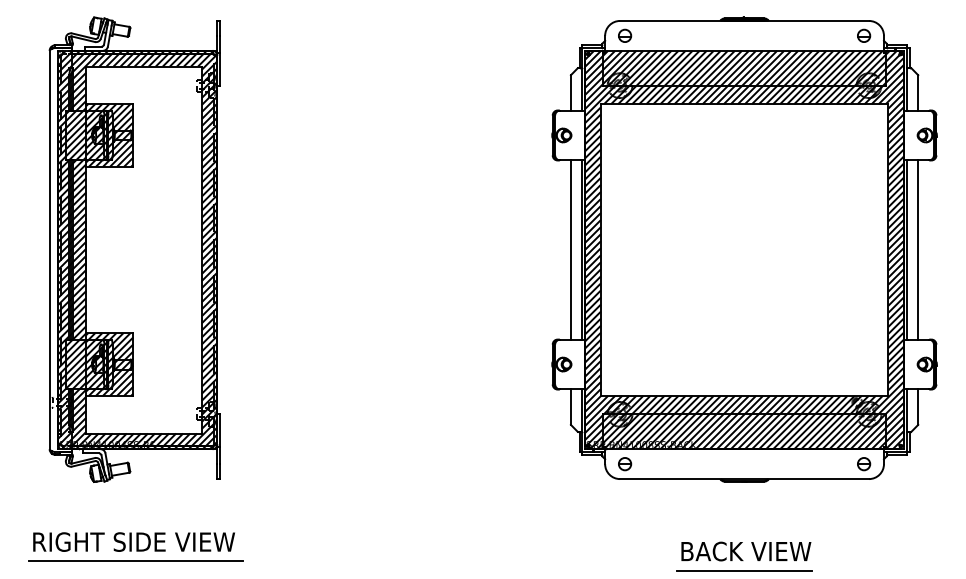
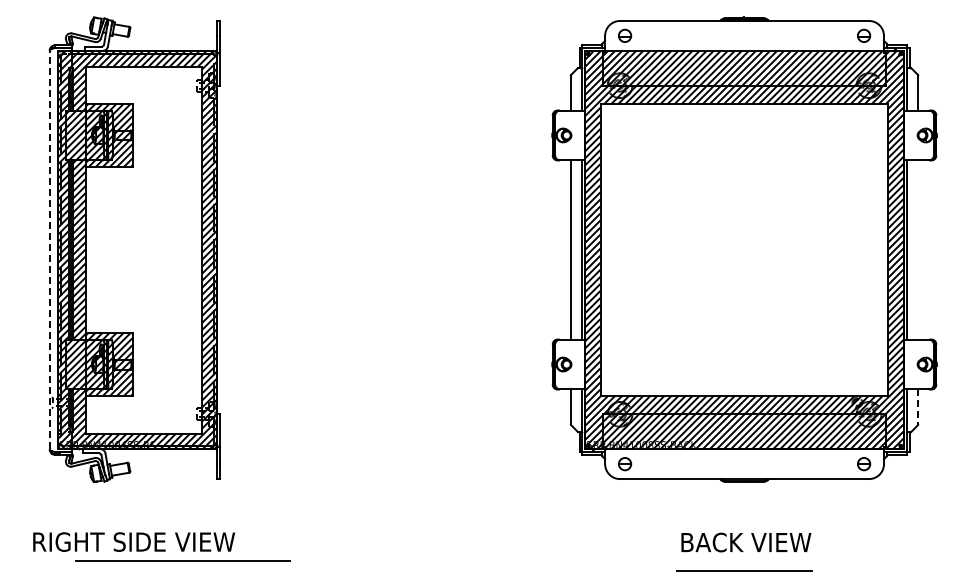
line at (49, 249): solid -> dashed
line at (918, 249): present -> none
line at (918, 407): solid -> dashed
text at (746, 551) position: (746, 551) -> (746, 542)
line at (135, 560) position: (135, 560) -> (182, 560)
